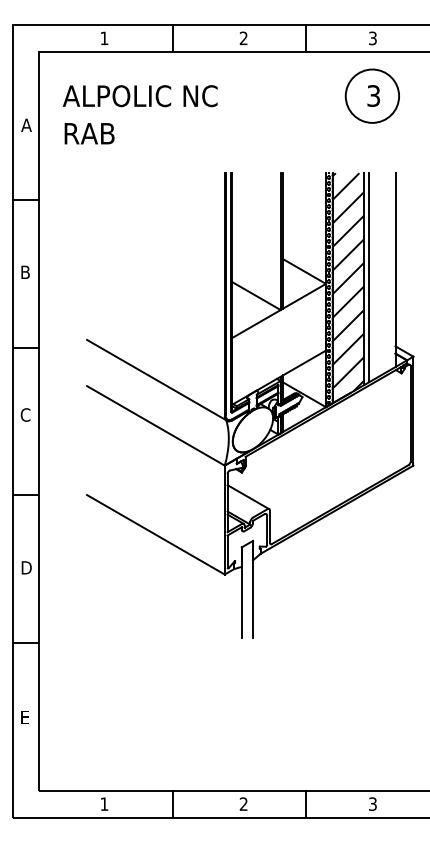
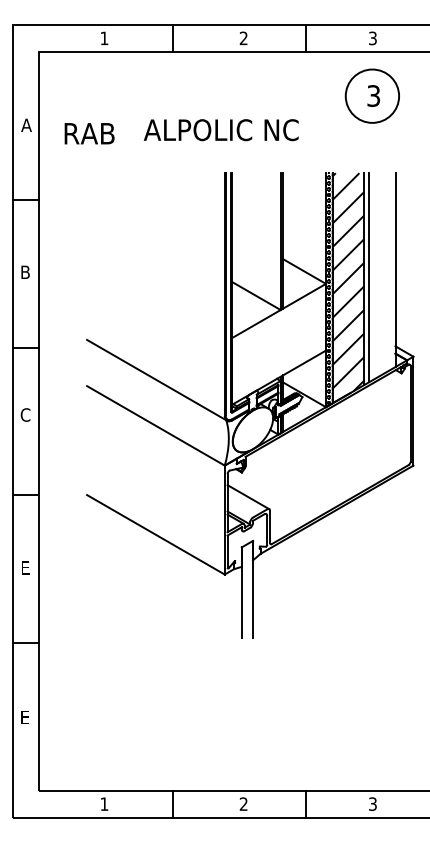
text at (139, 96) position: (139, 96) -> (220, 130)
text at (26, 567): D -> E
